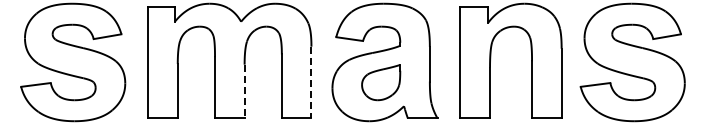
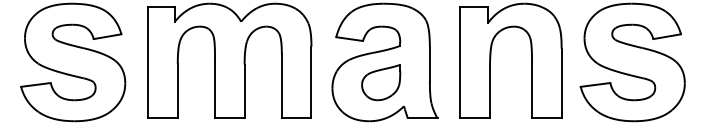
line at (311, 82): dashed -> solid
line at (244, 91): dashed -> solid
